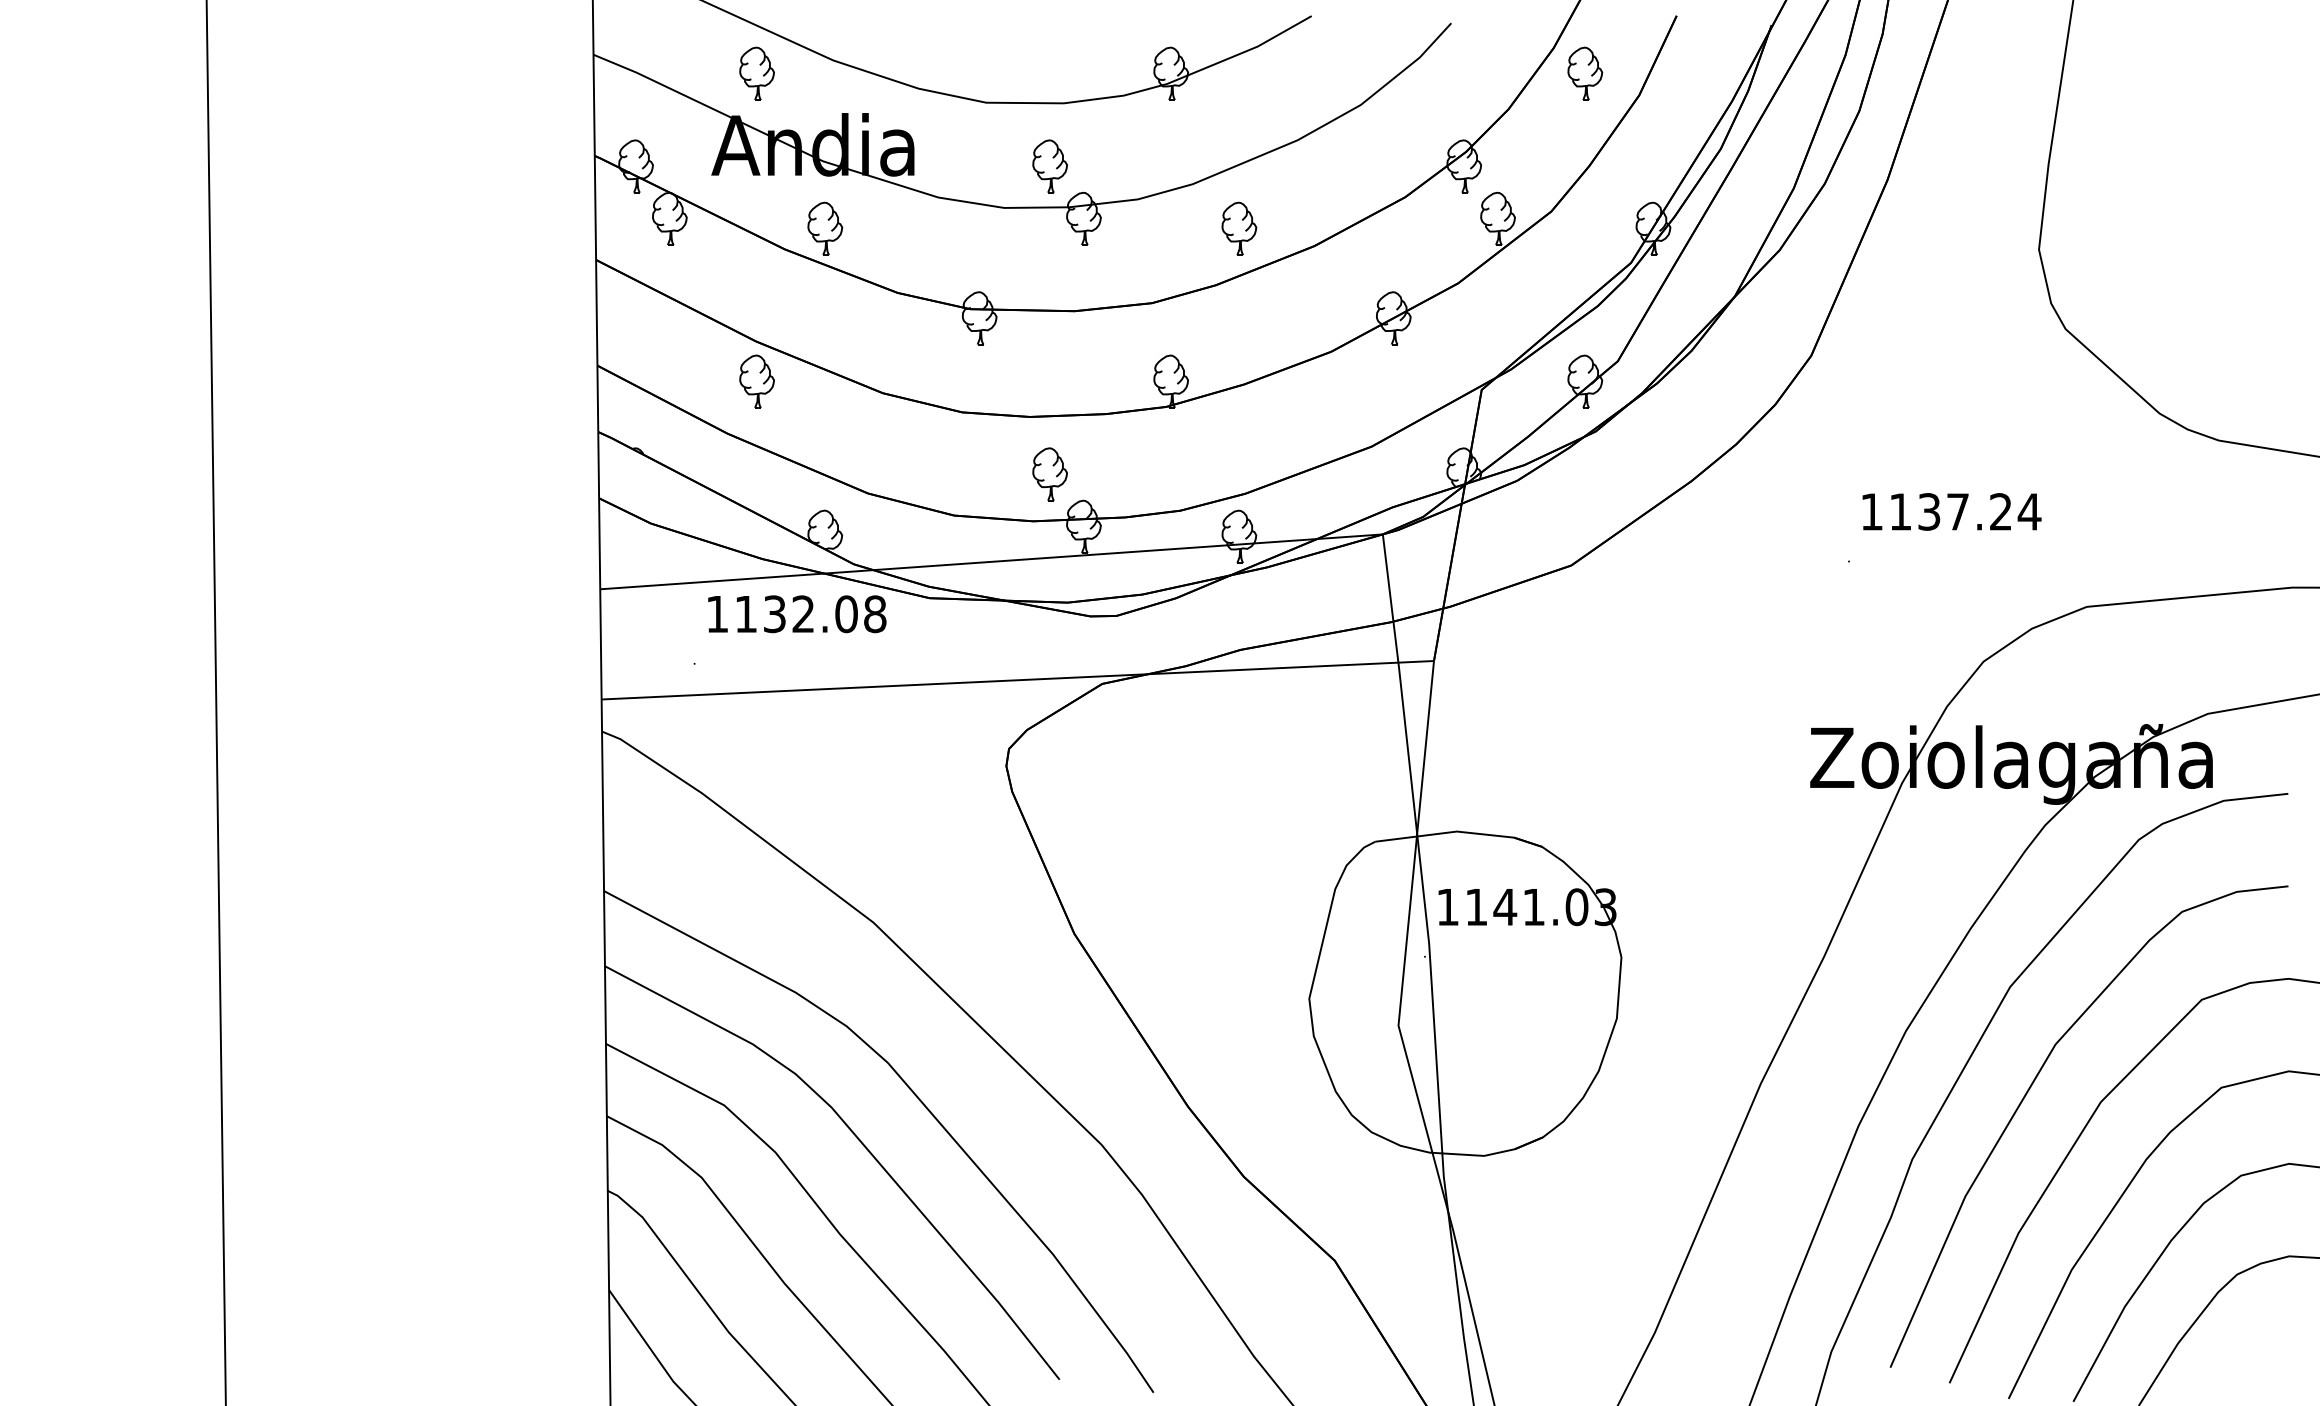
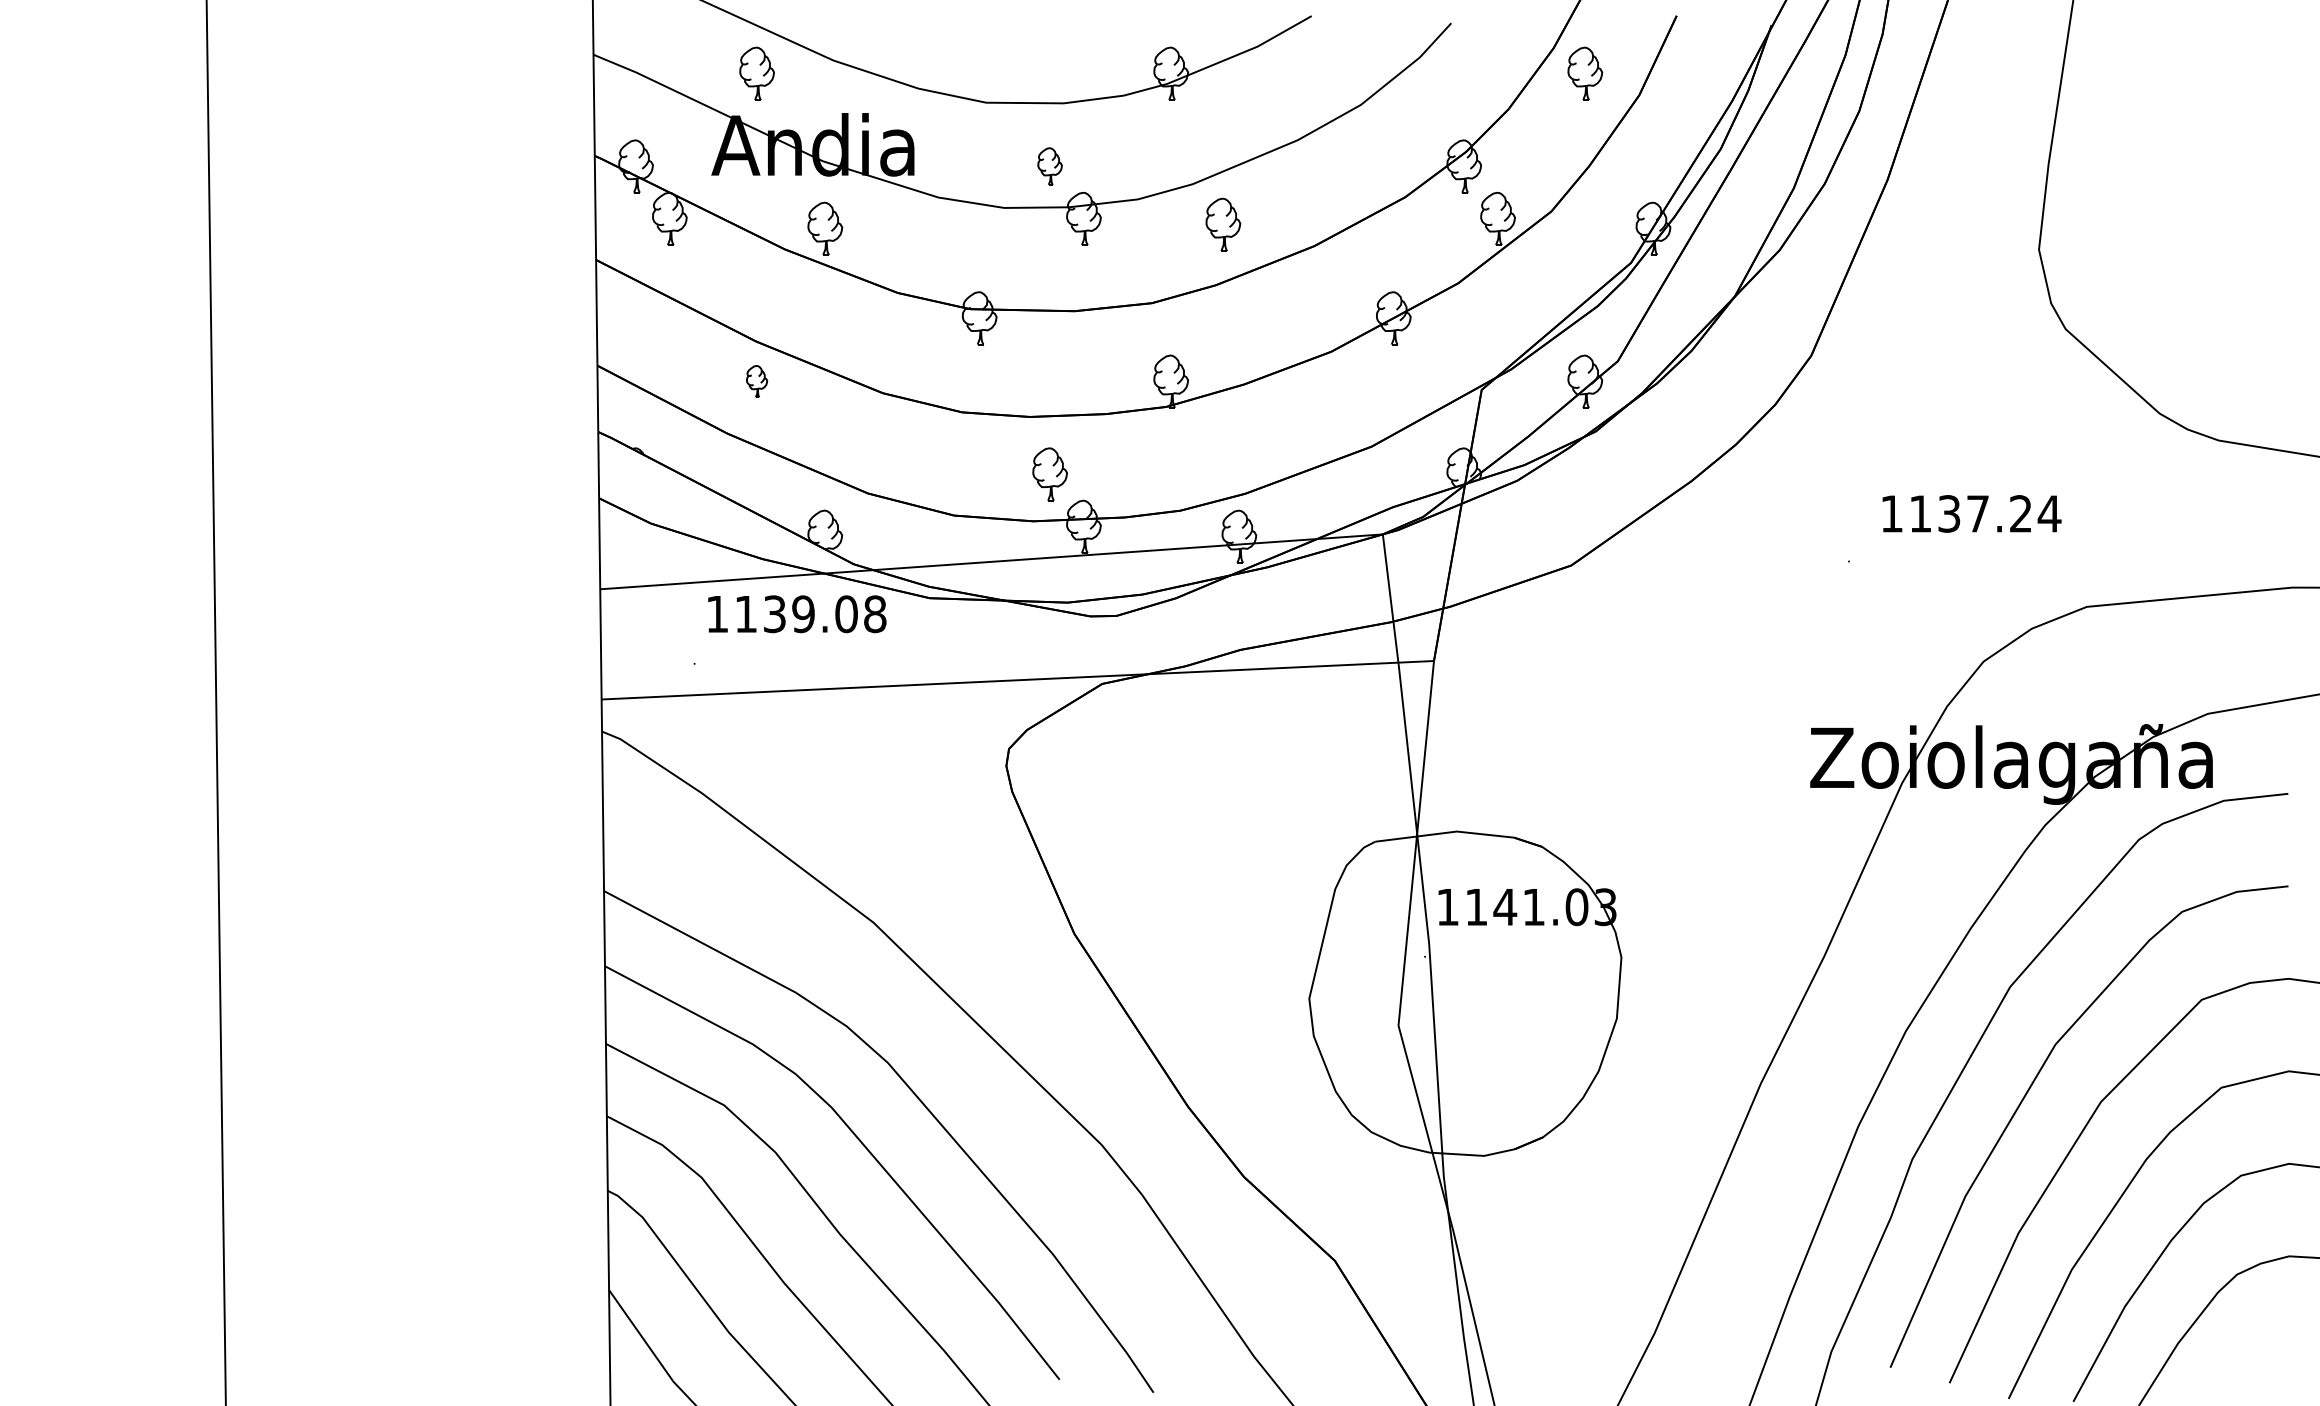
part at (1049, 166) size: 36x55 px -> 26x39 px
part at (1239, 228) position: (1239, 228) -> (1223, 224)
part at (756, 381) size: 36x55 px -> 23x33 px
text at (1951, 511) position: (1951, 511) -> (1971, 513)
text at (803, 614): 1132.08 -> 1139.08
